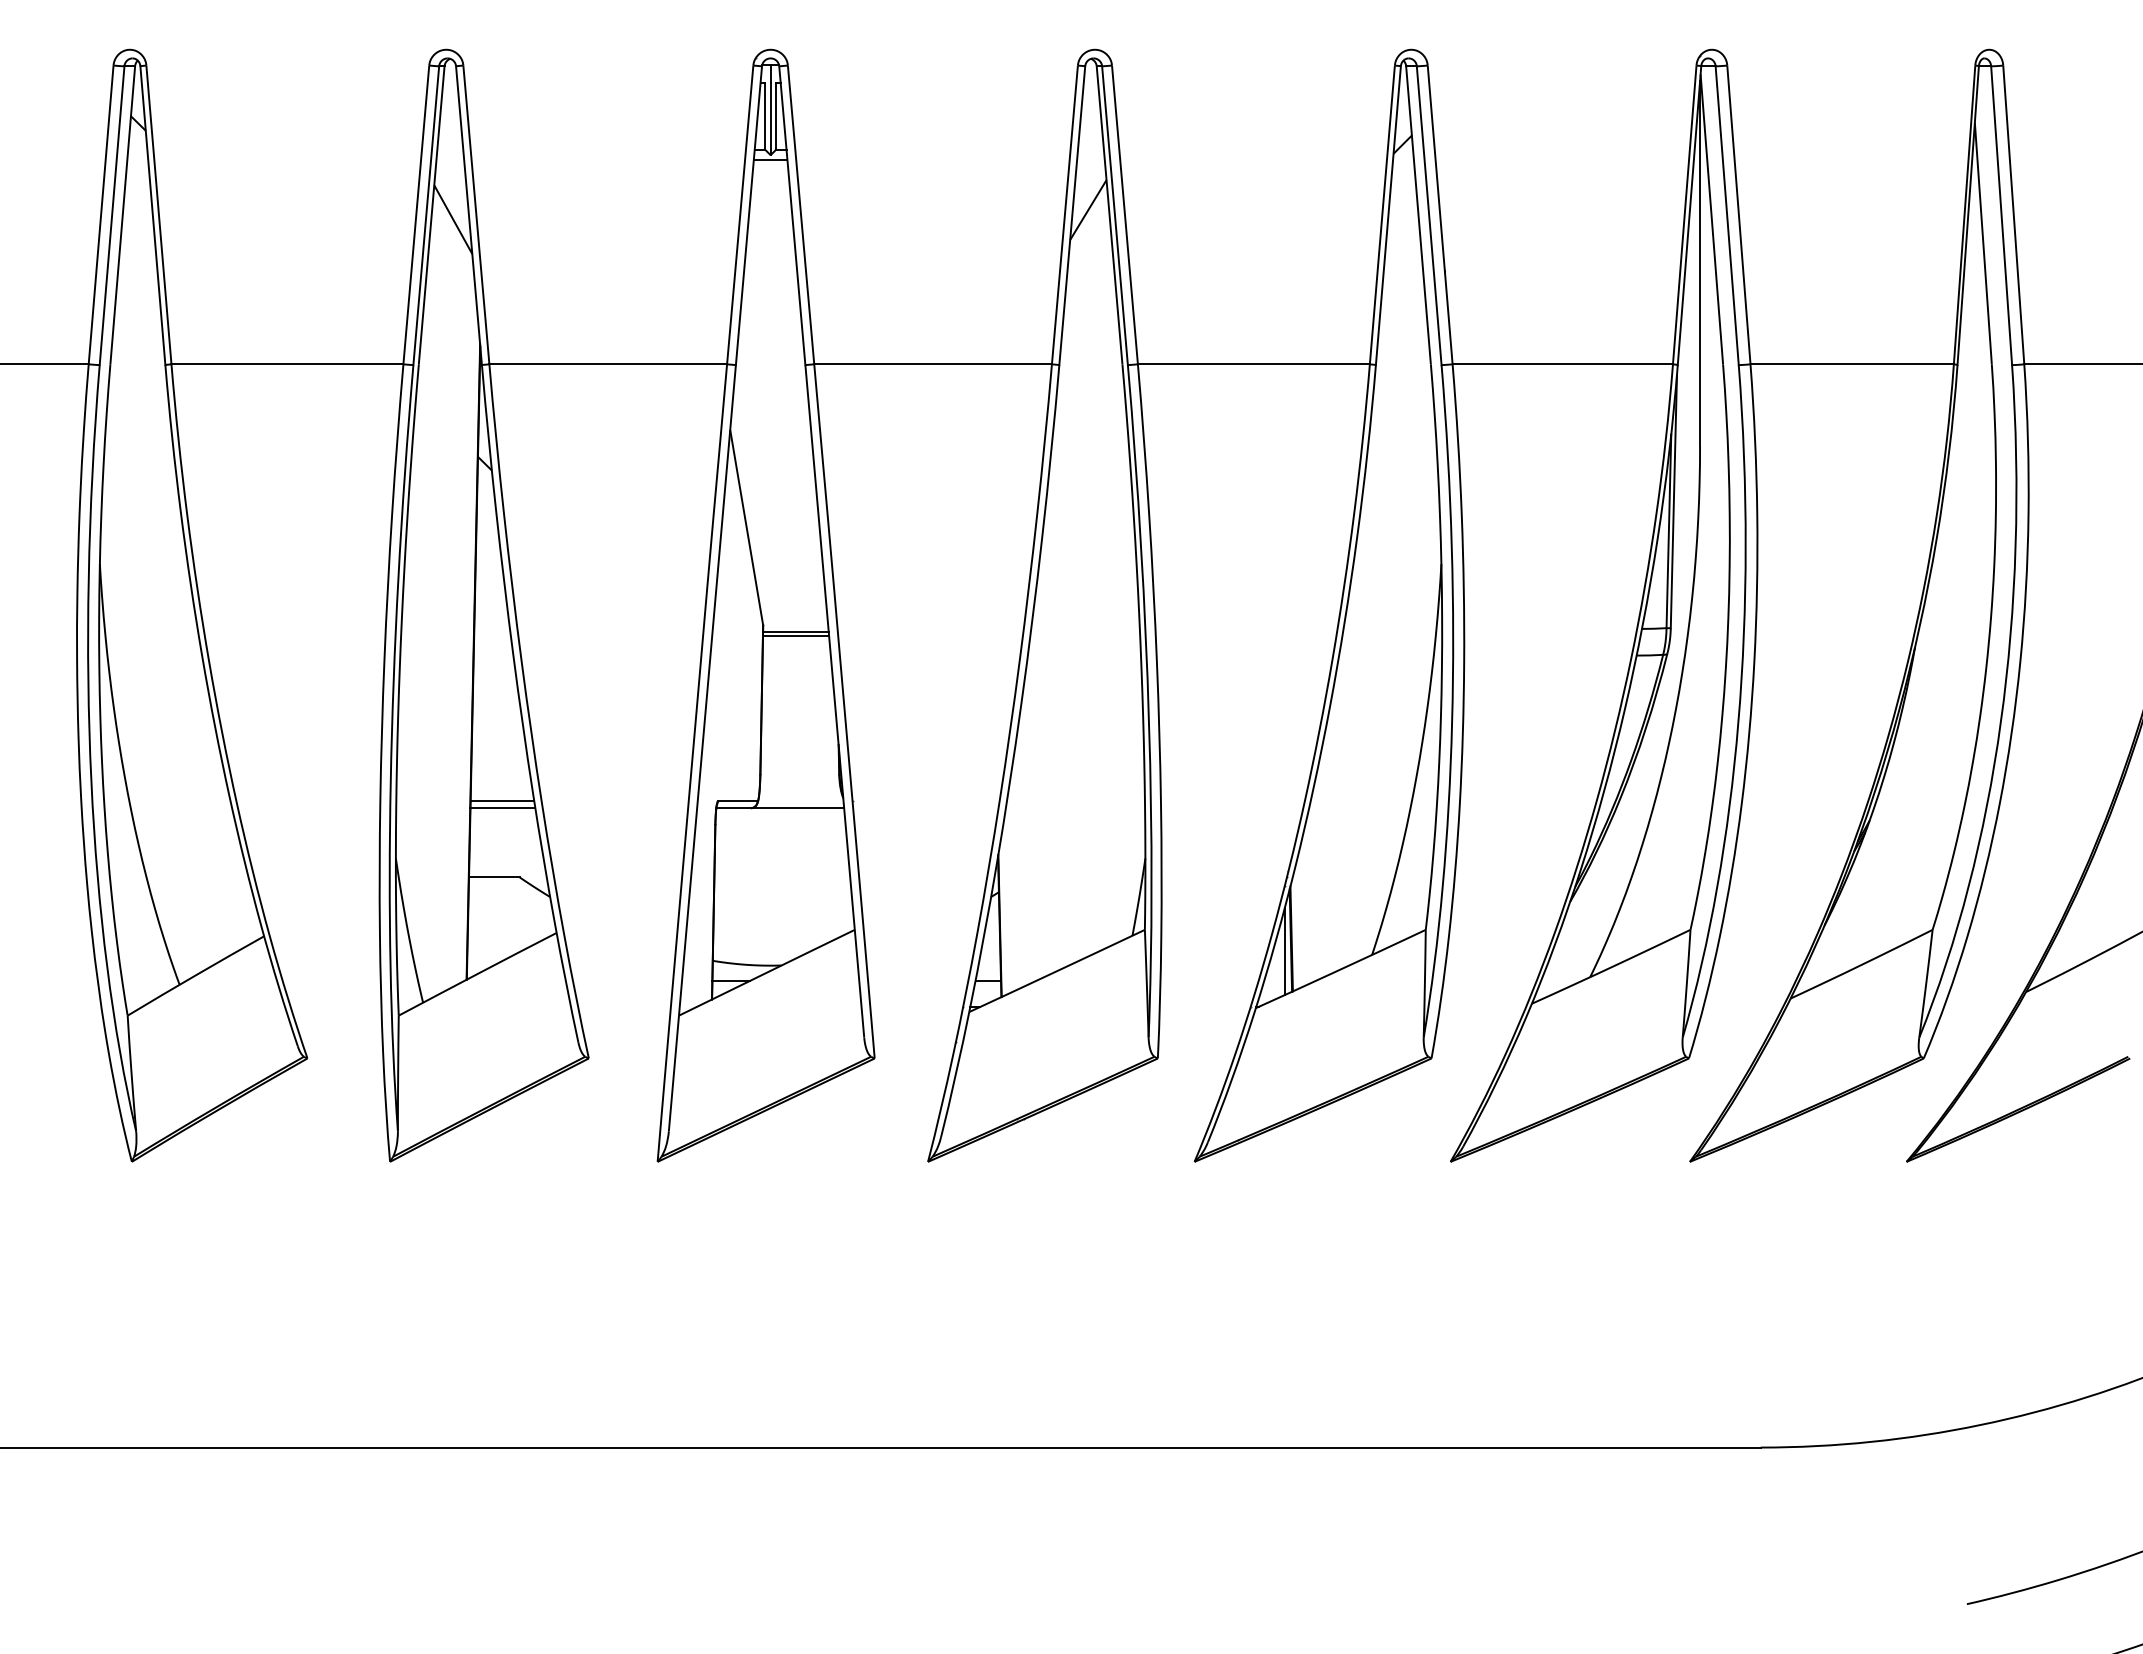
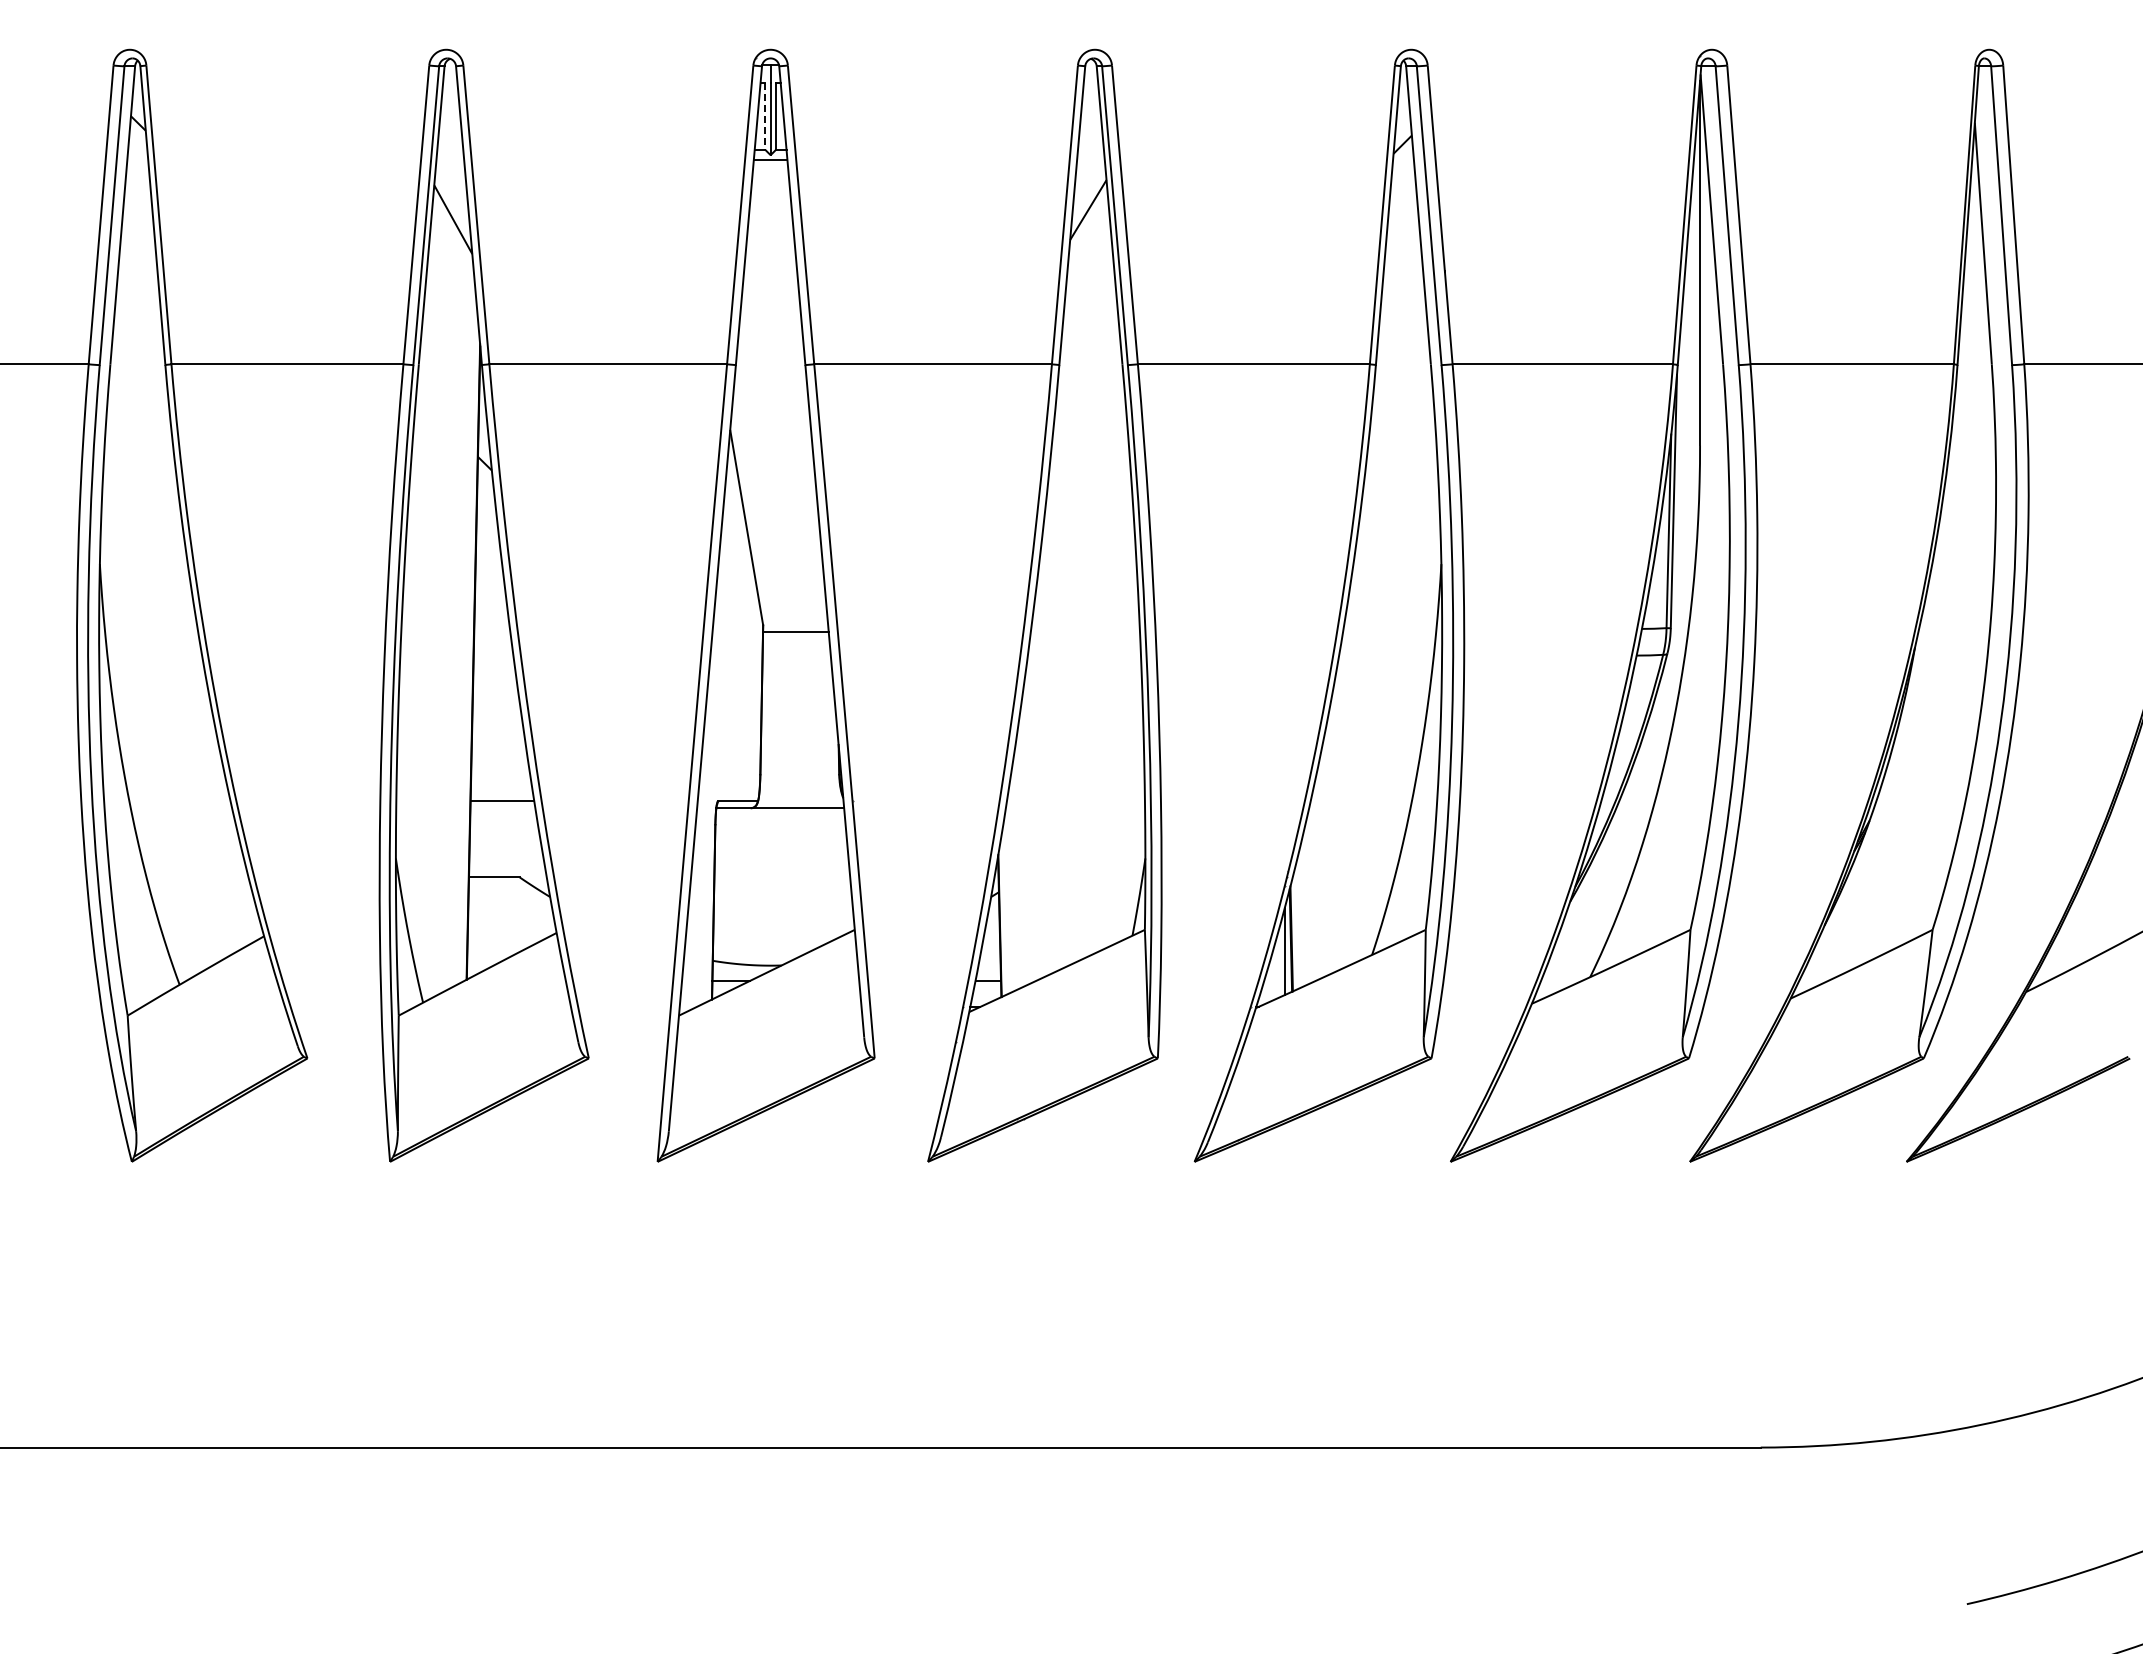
line at (765, 116): solid -> dashed
line at (796, 635): present -> none
line at (502, 808): present -> none
